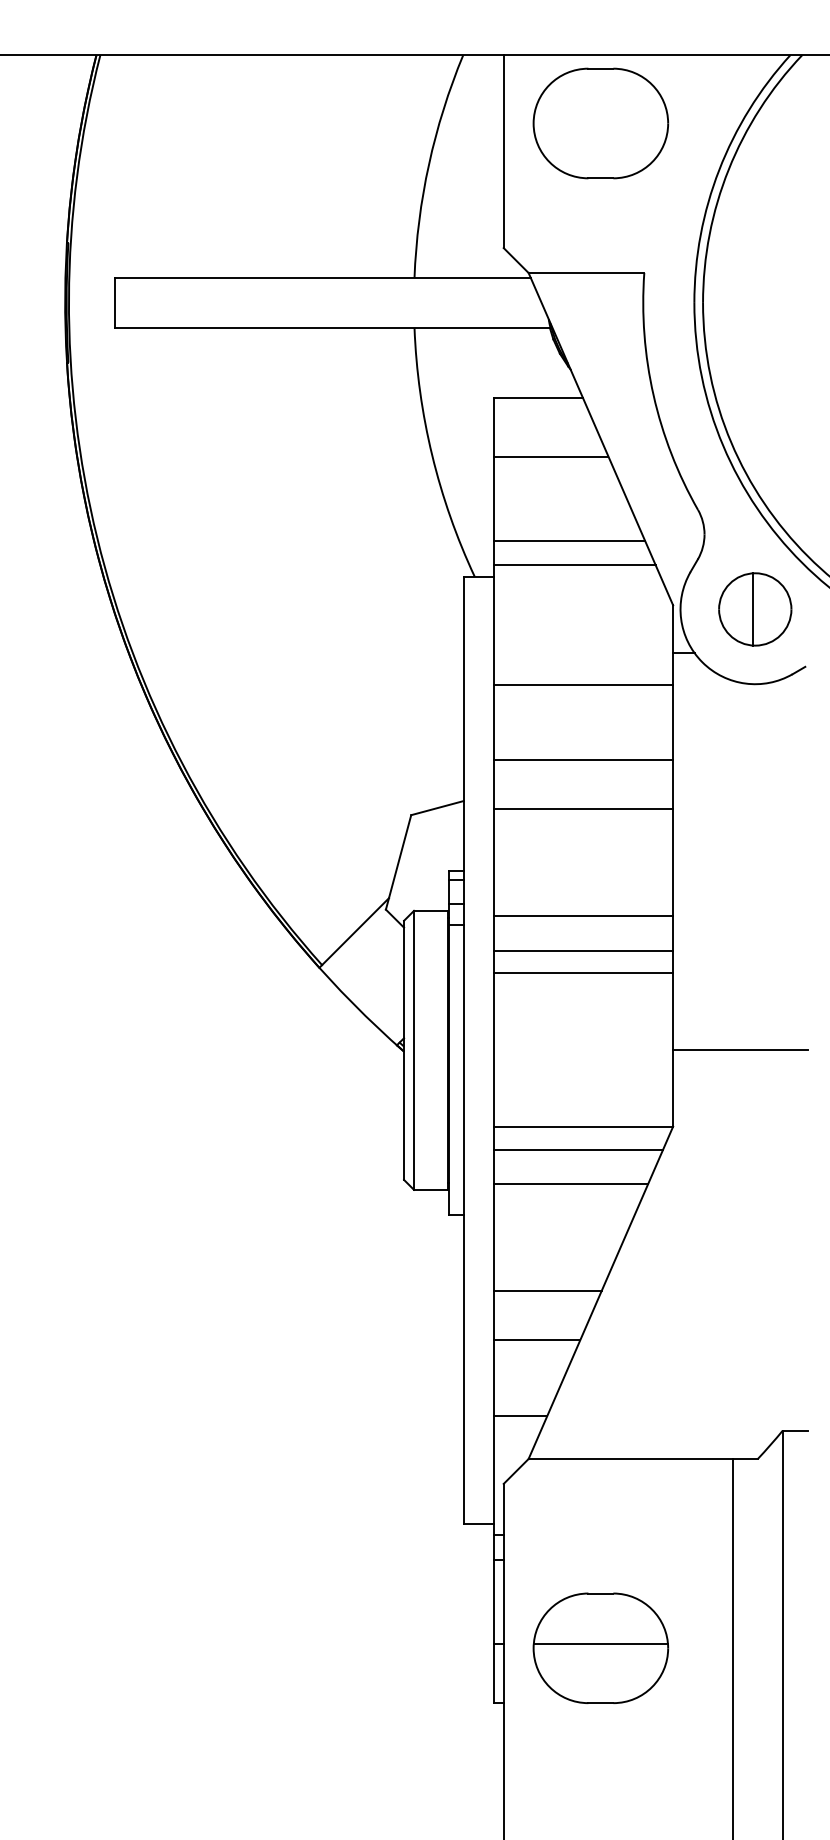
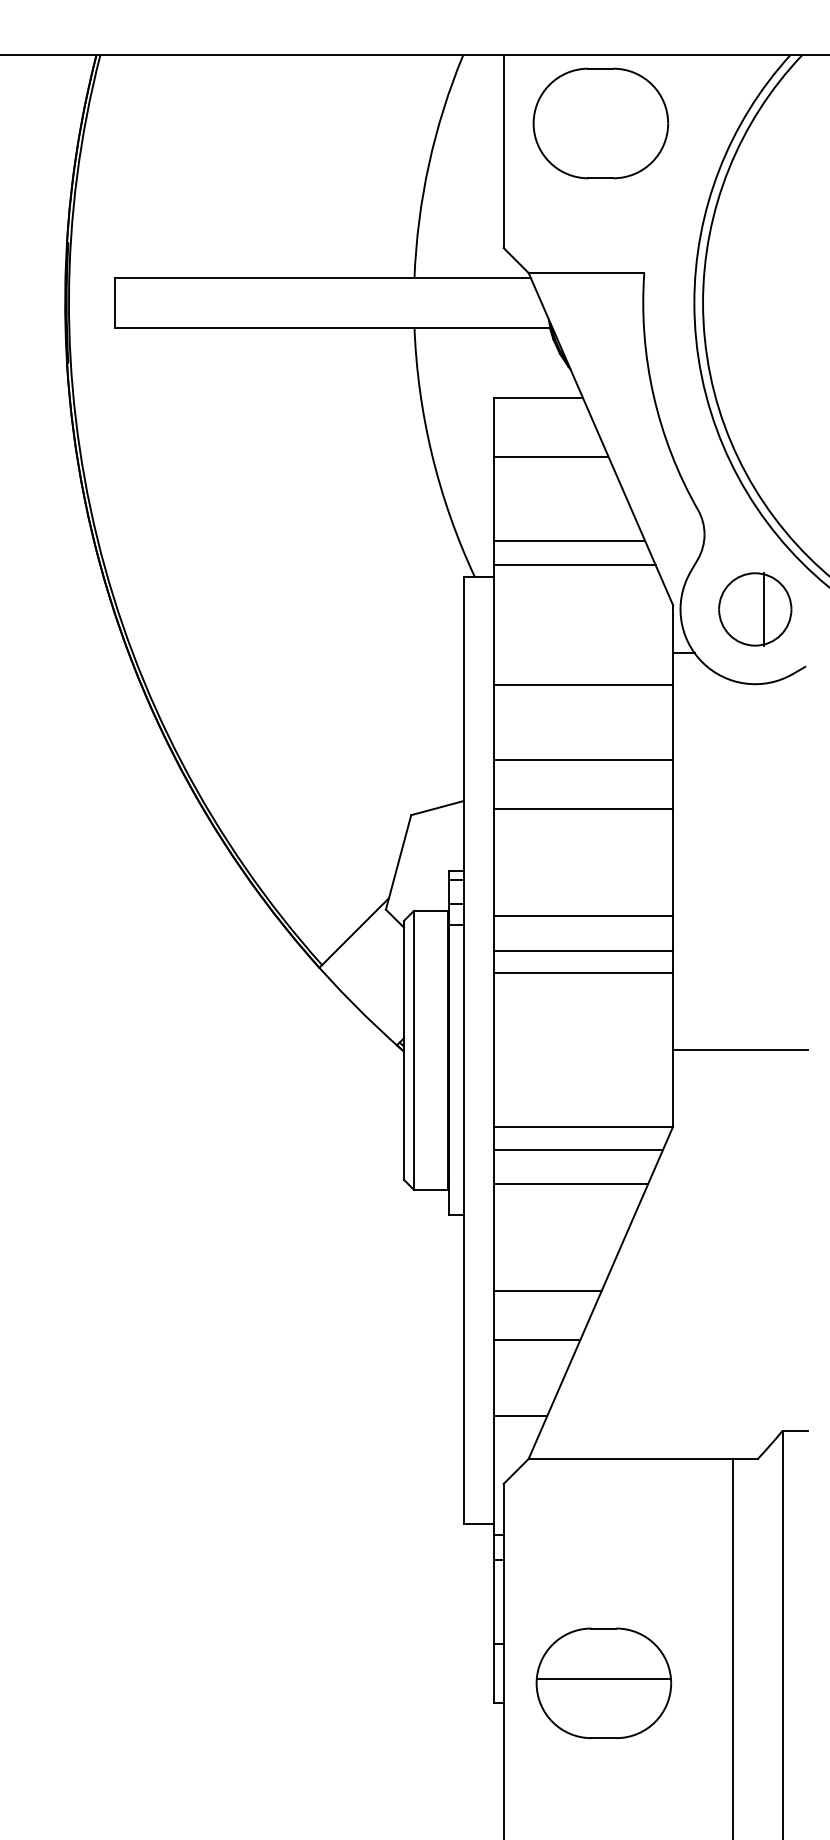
line at (752, 609) position: (752, 609) -> (763, 609)
part at (600, 1647) position: (600, 1647) -> (603, 1682)
